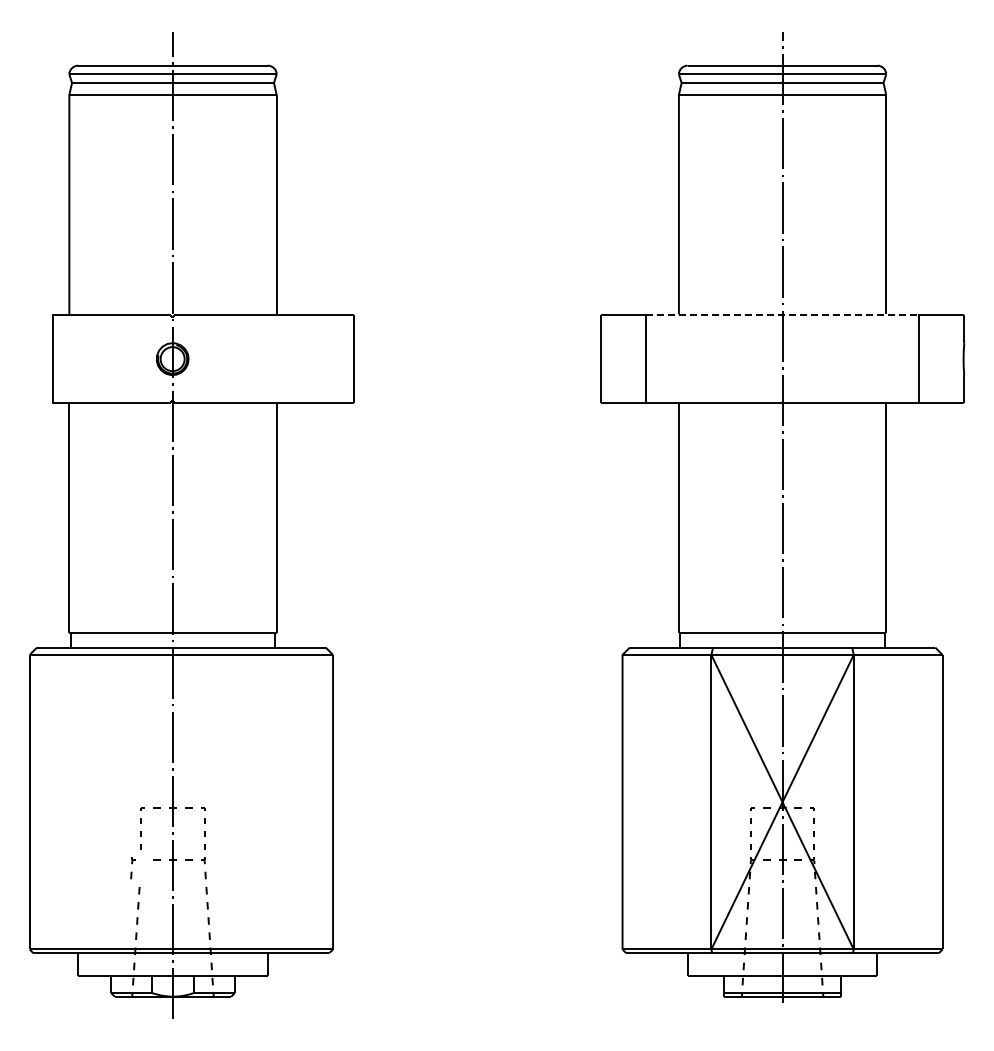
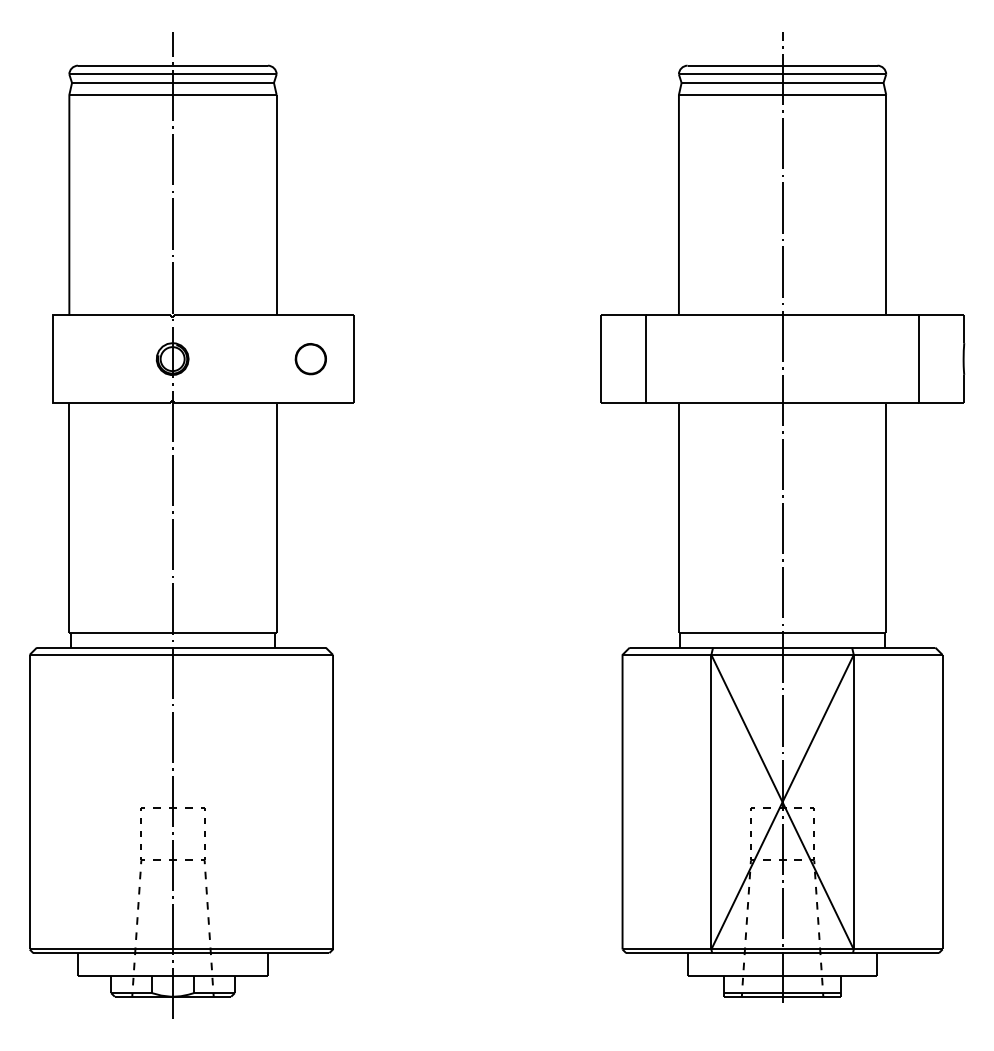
line at (782, 315): dashed -> solid
part at (310, 359): none -> present
part at (132, 868) position: (132, 868) -> (141, 868)
